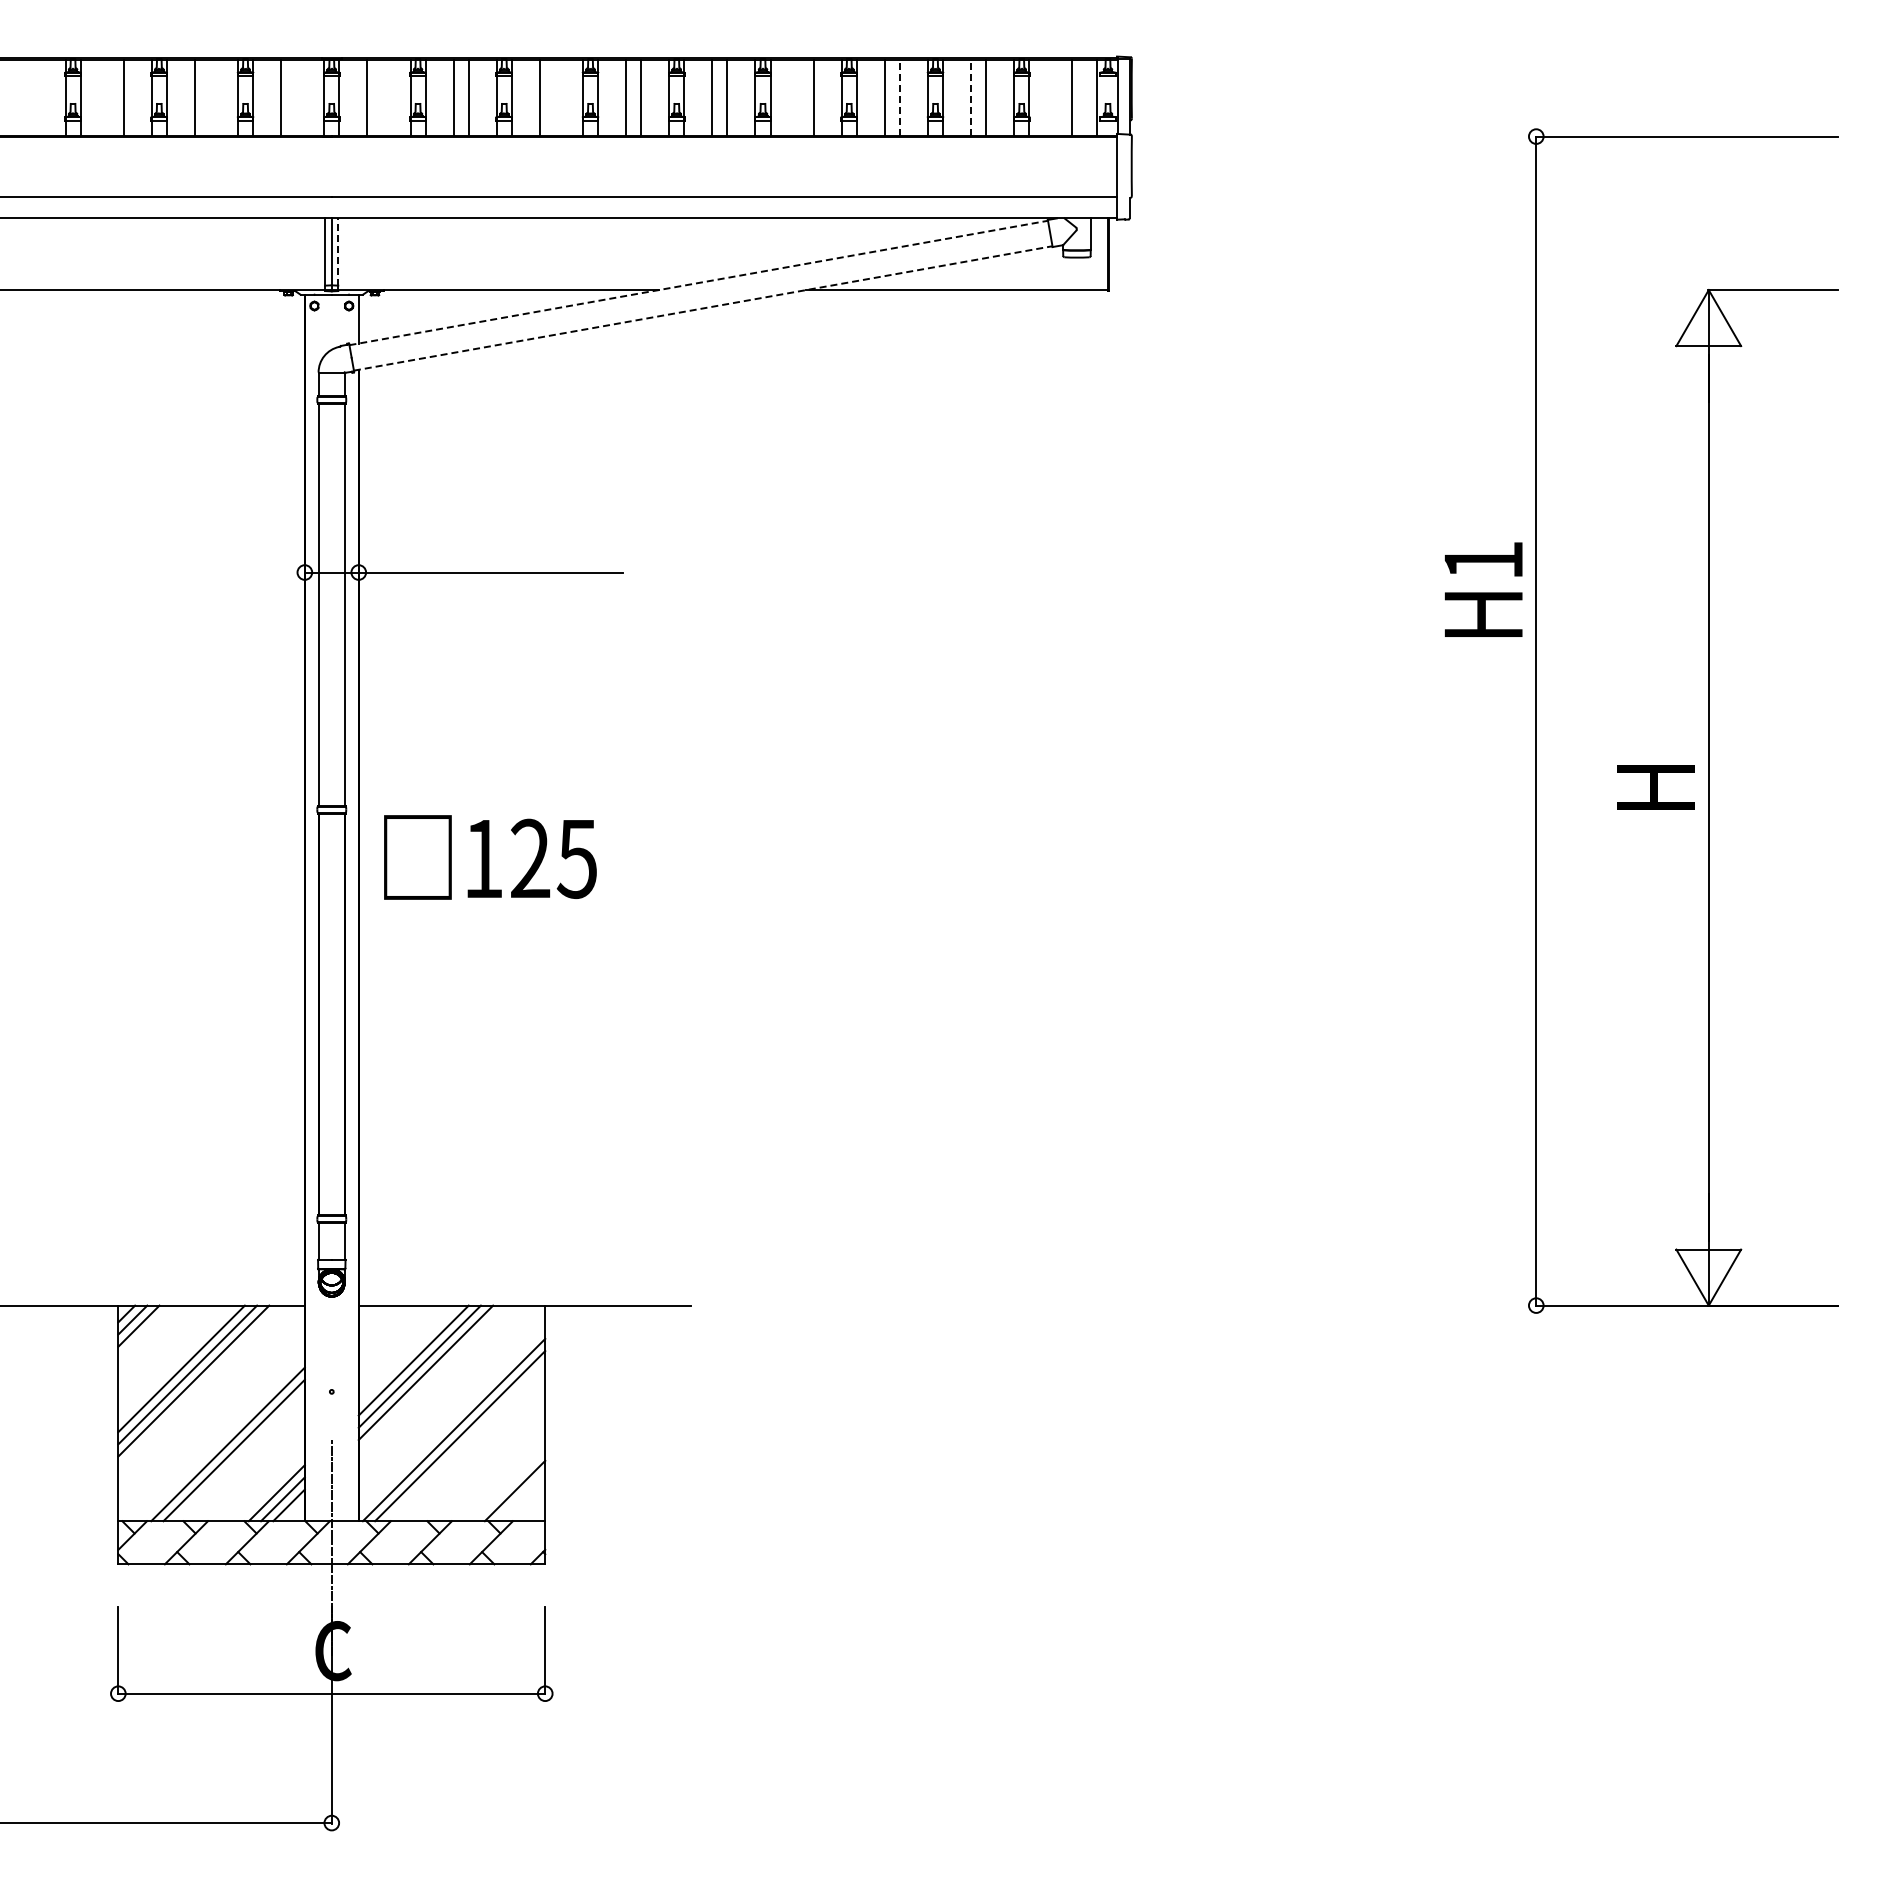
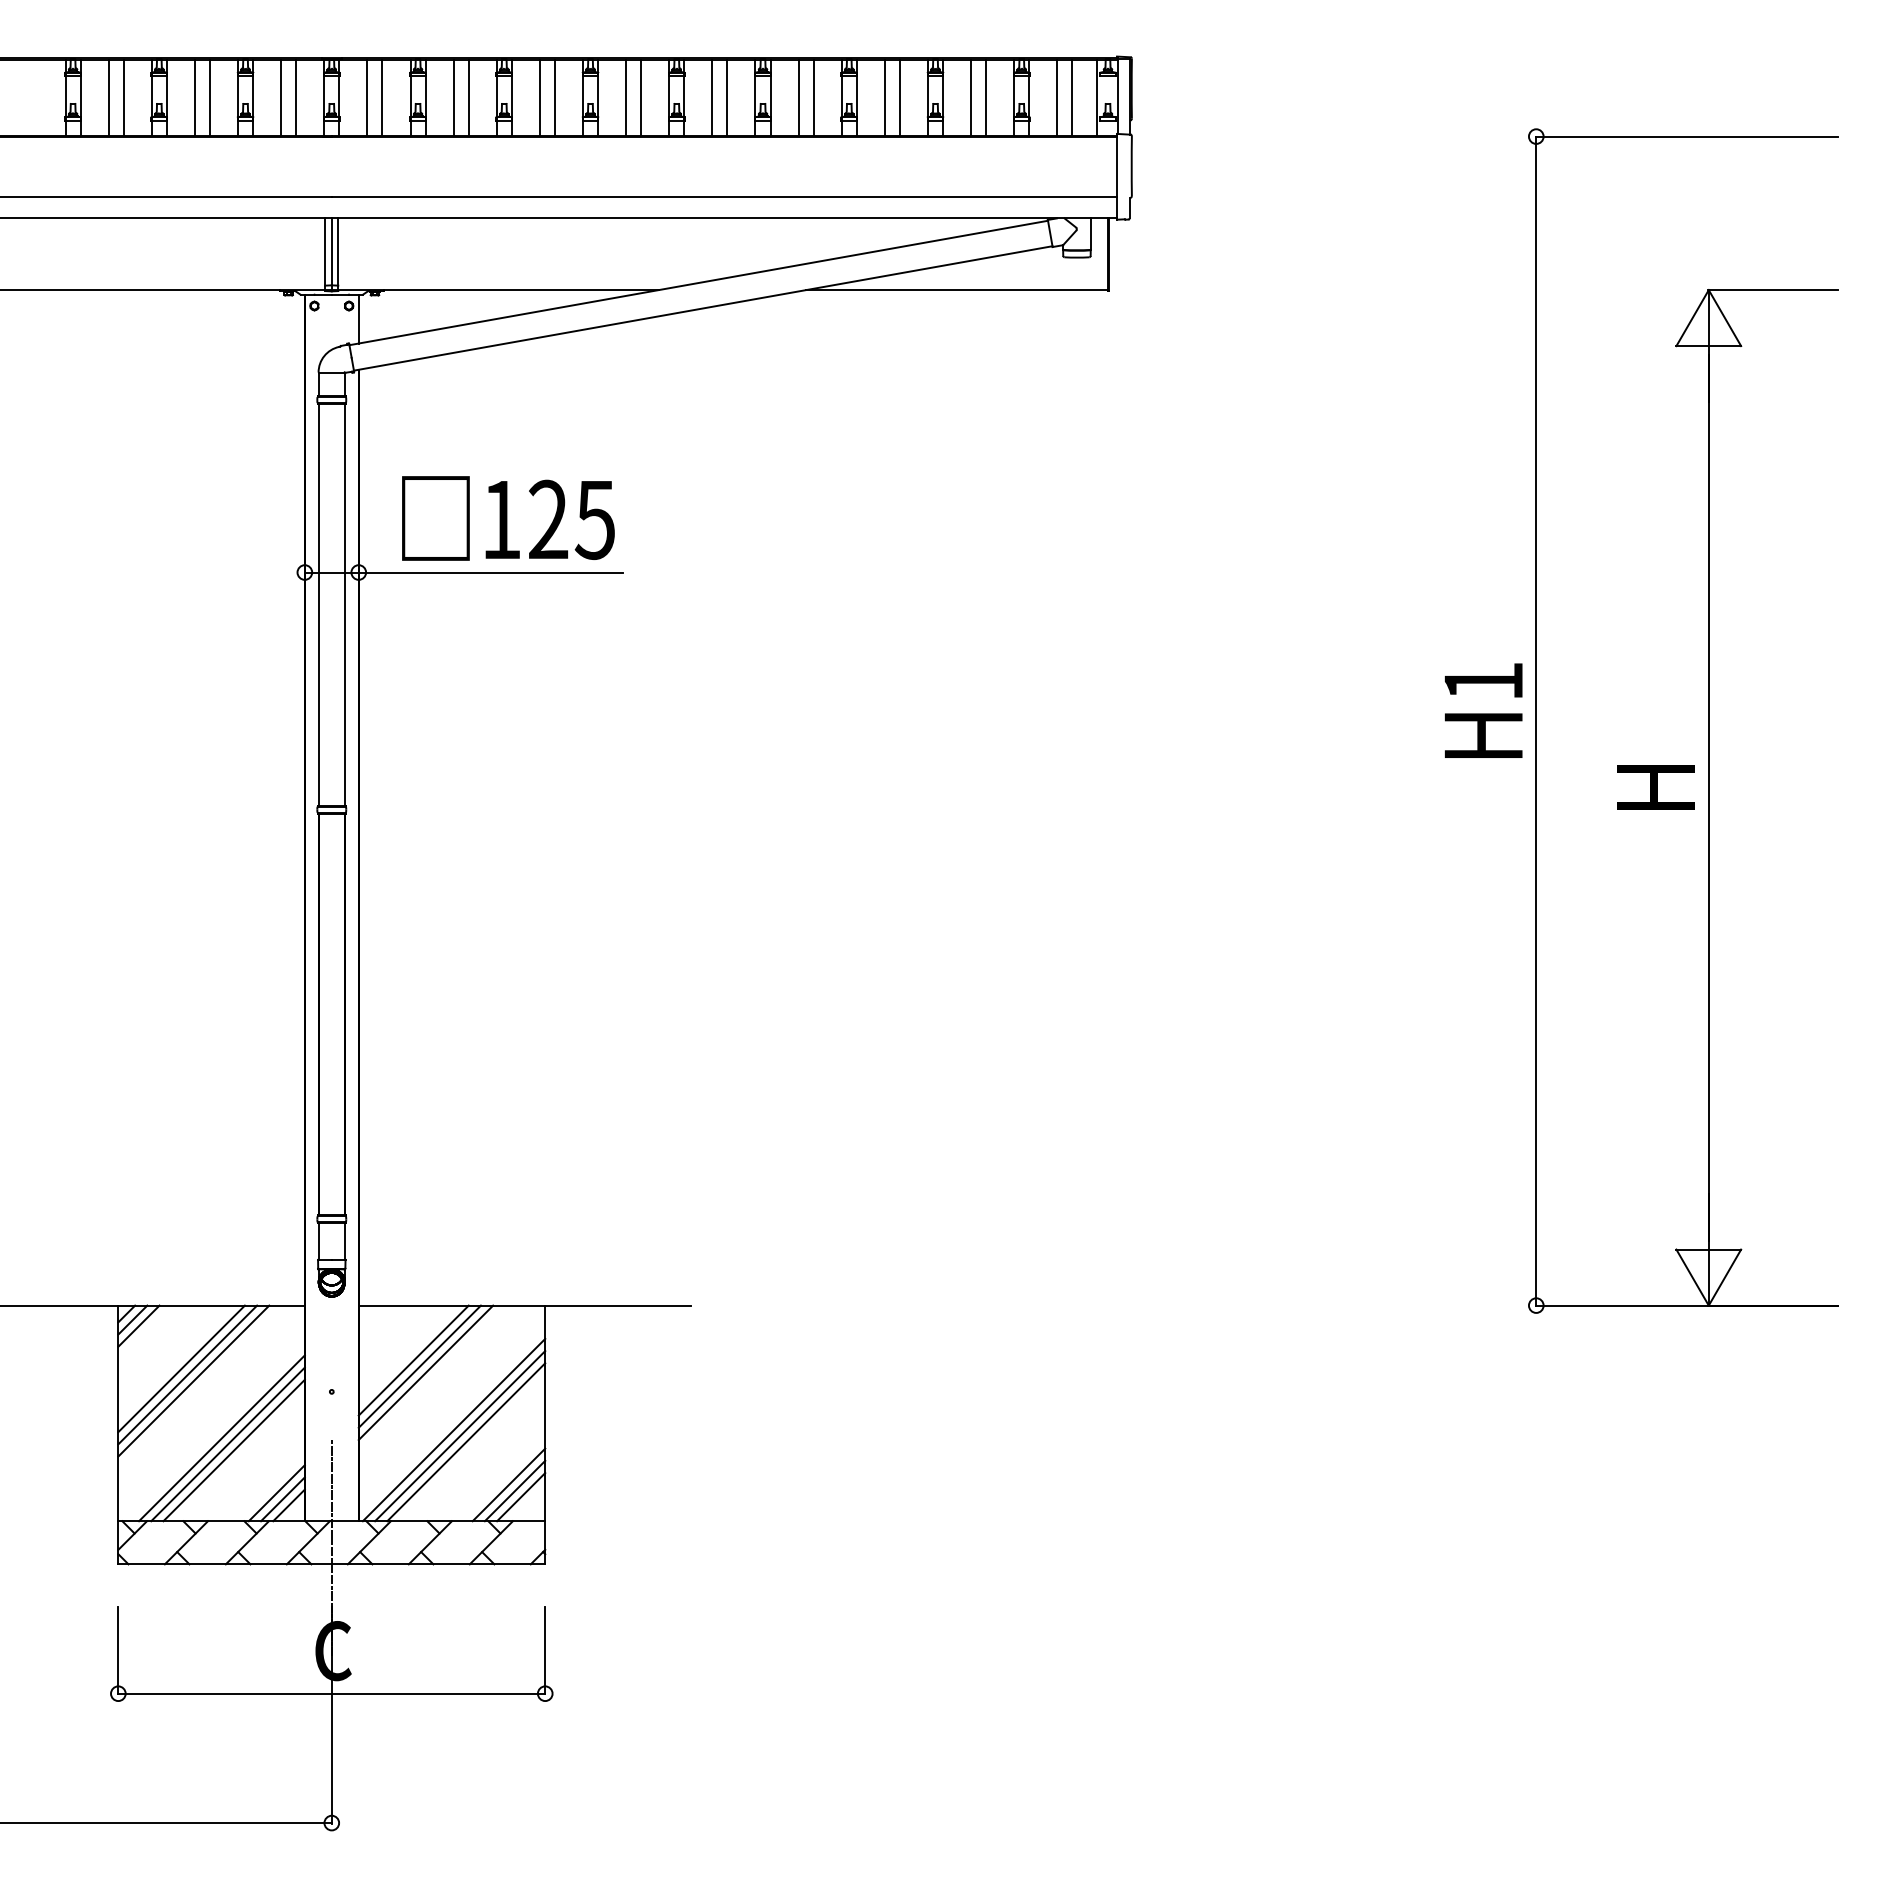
line at (108, 97): none -> present
line at (209, 97): none -> present
line at (296, 97): none -> present
line at (382, 97): none -> present
line at (554, 97): none -> present
line at (798, 97): none -> present
line at (899, 97): dashed -> solid
line at (971, 97): dashed -> solid
line at (1057, 97): none -> present
line at (338, 252): dashed -> solid
line at (698, 282): dashed -> solid
line at (703, 308): dashed -> solid
text at (1483, 589) position: (1483, 589) -> (1483, 710)
text at (490, 857) position: (490, 857) -> (508, 518)
line at (221, 1438): none -> present
line at (466, 1442): none -> present
line at (508, 1484): none -> present
line at (521, 1497): none -> present
